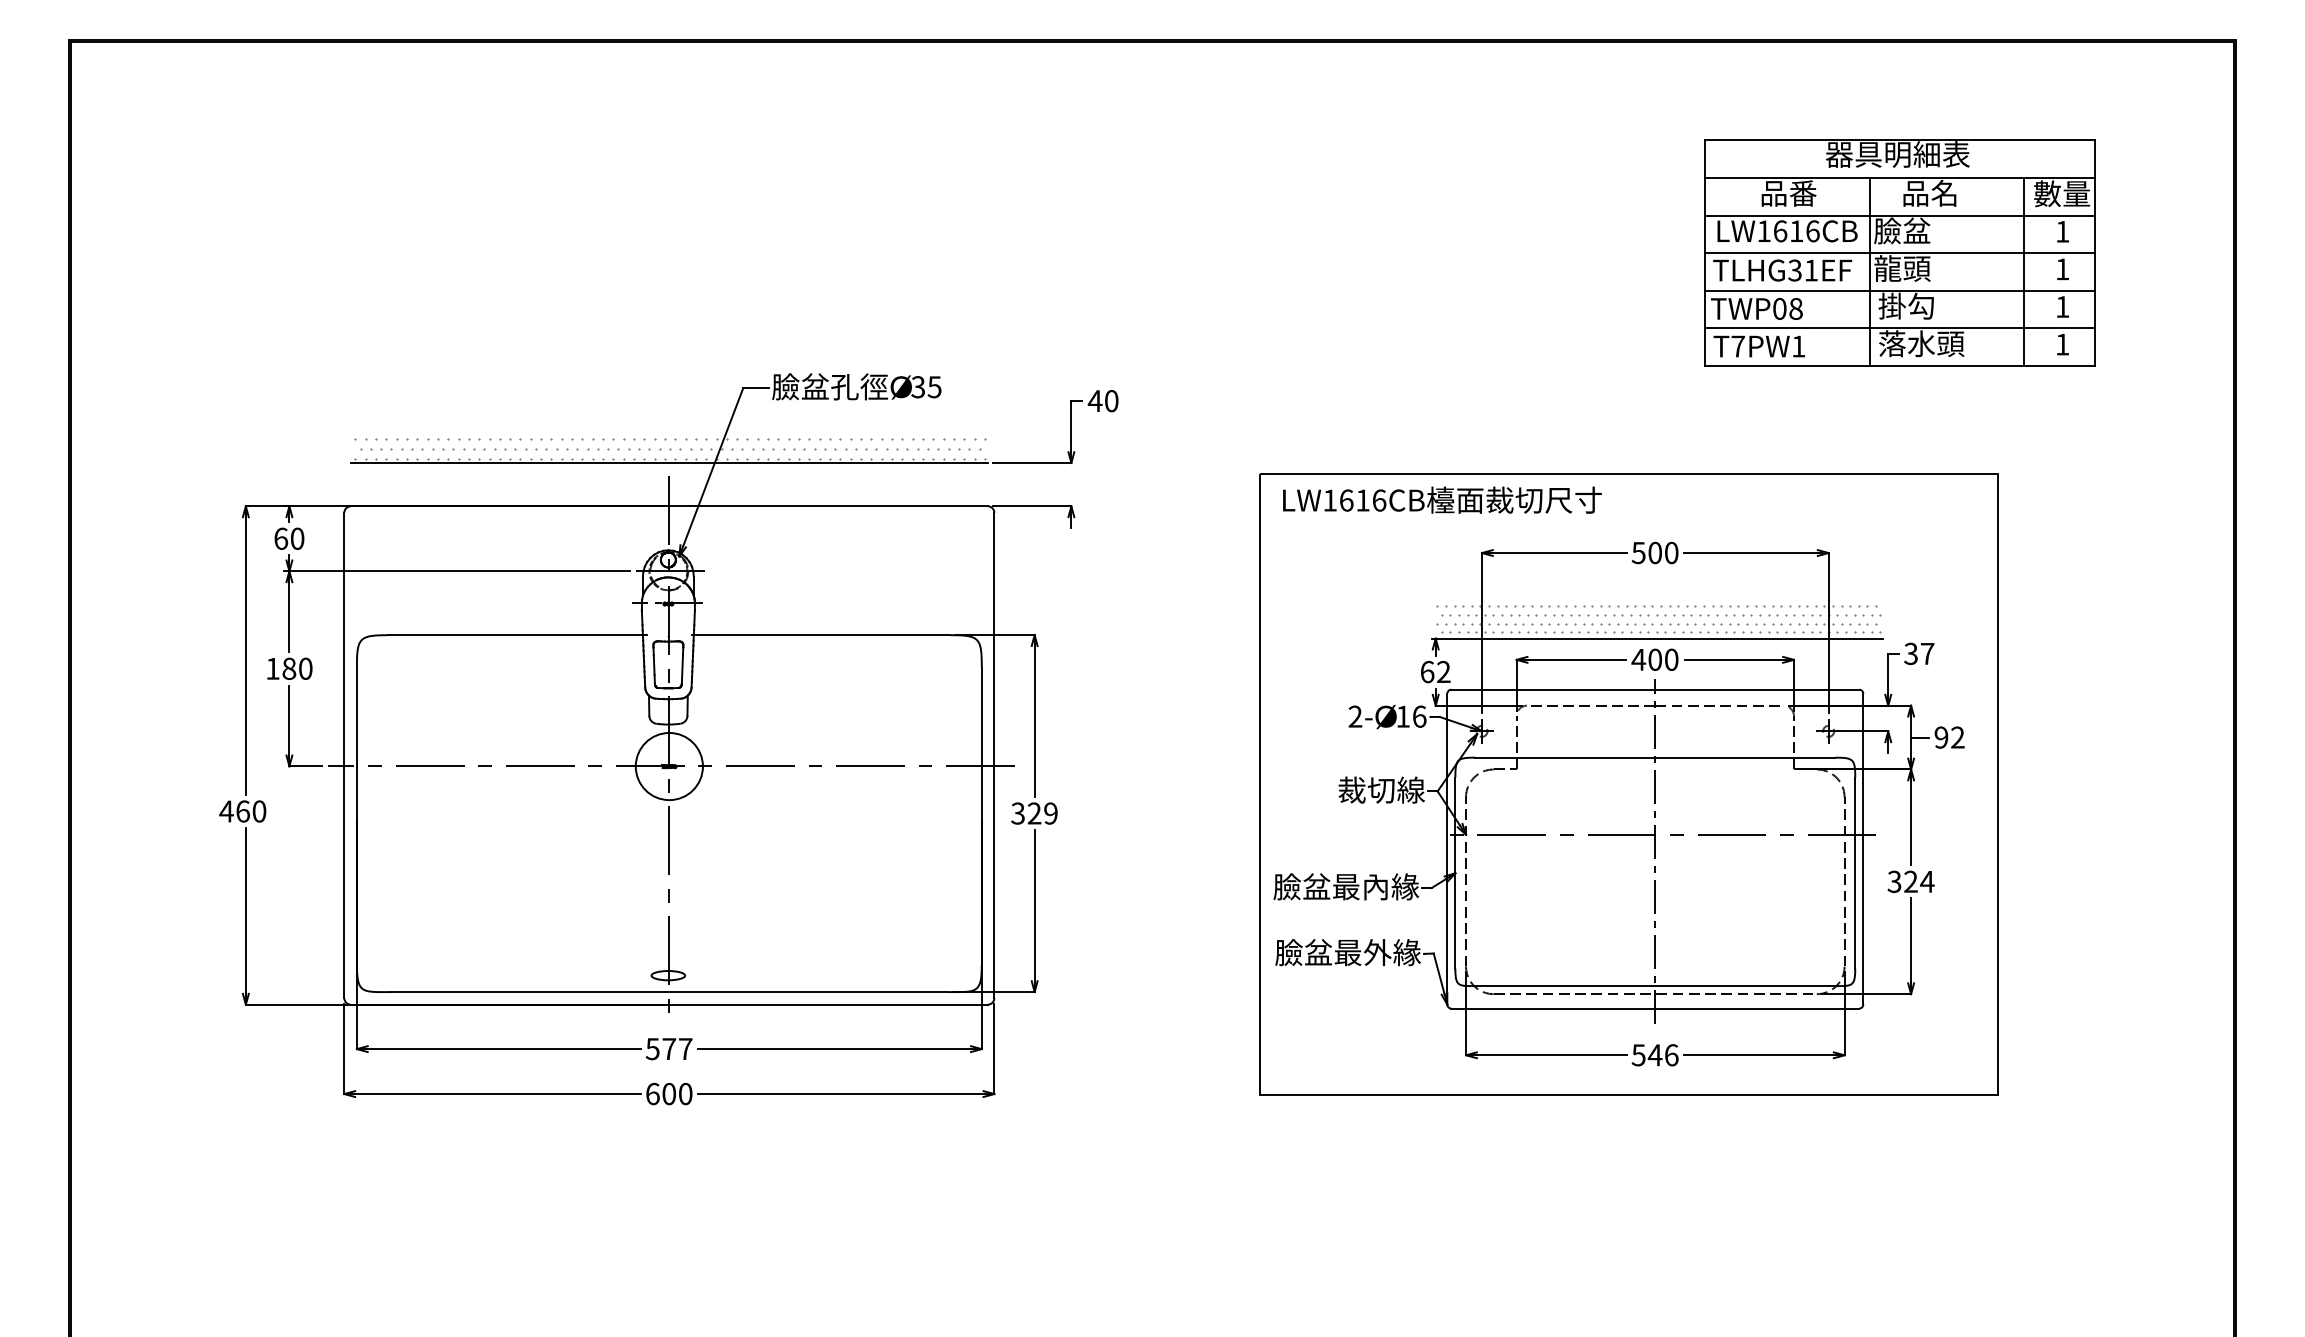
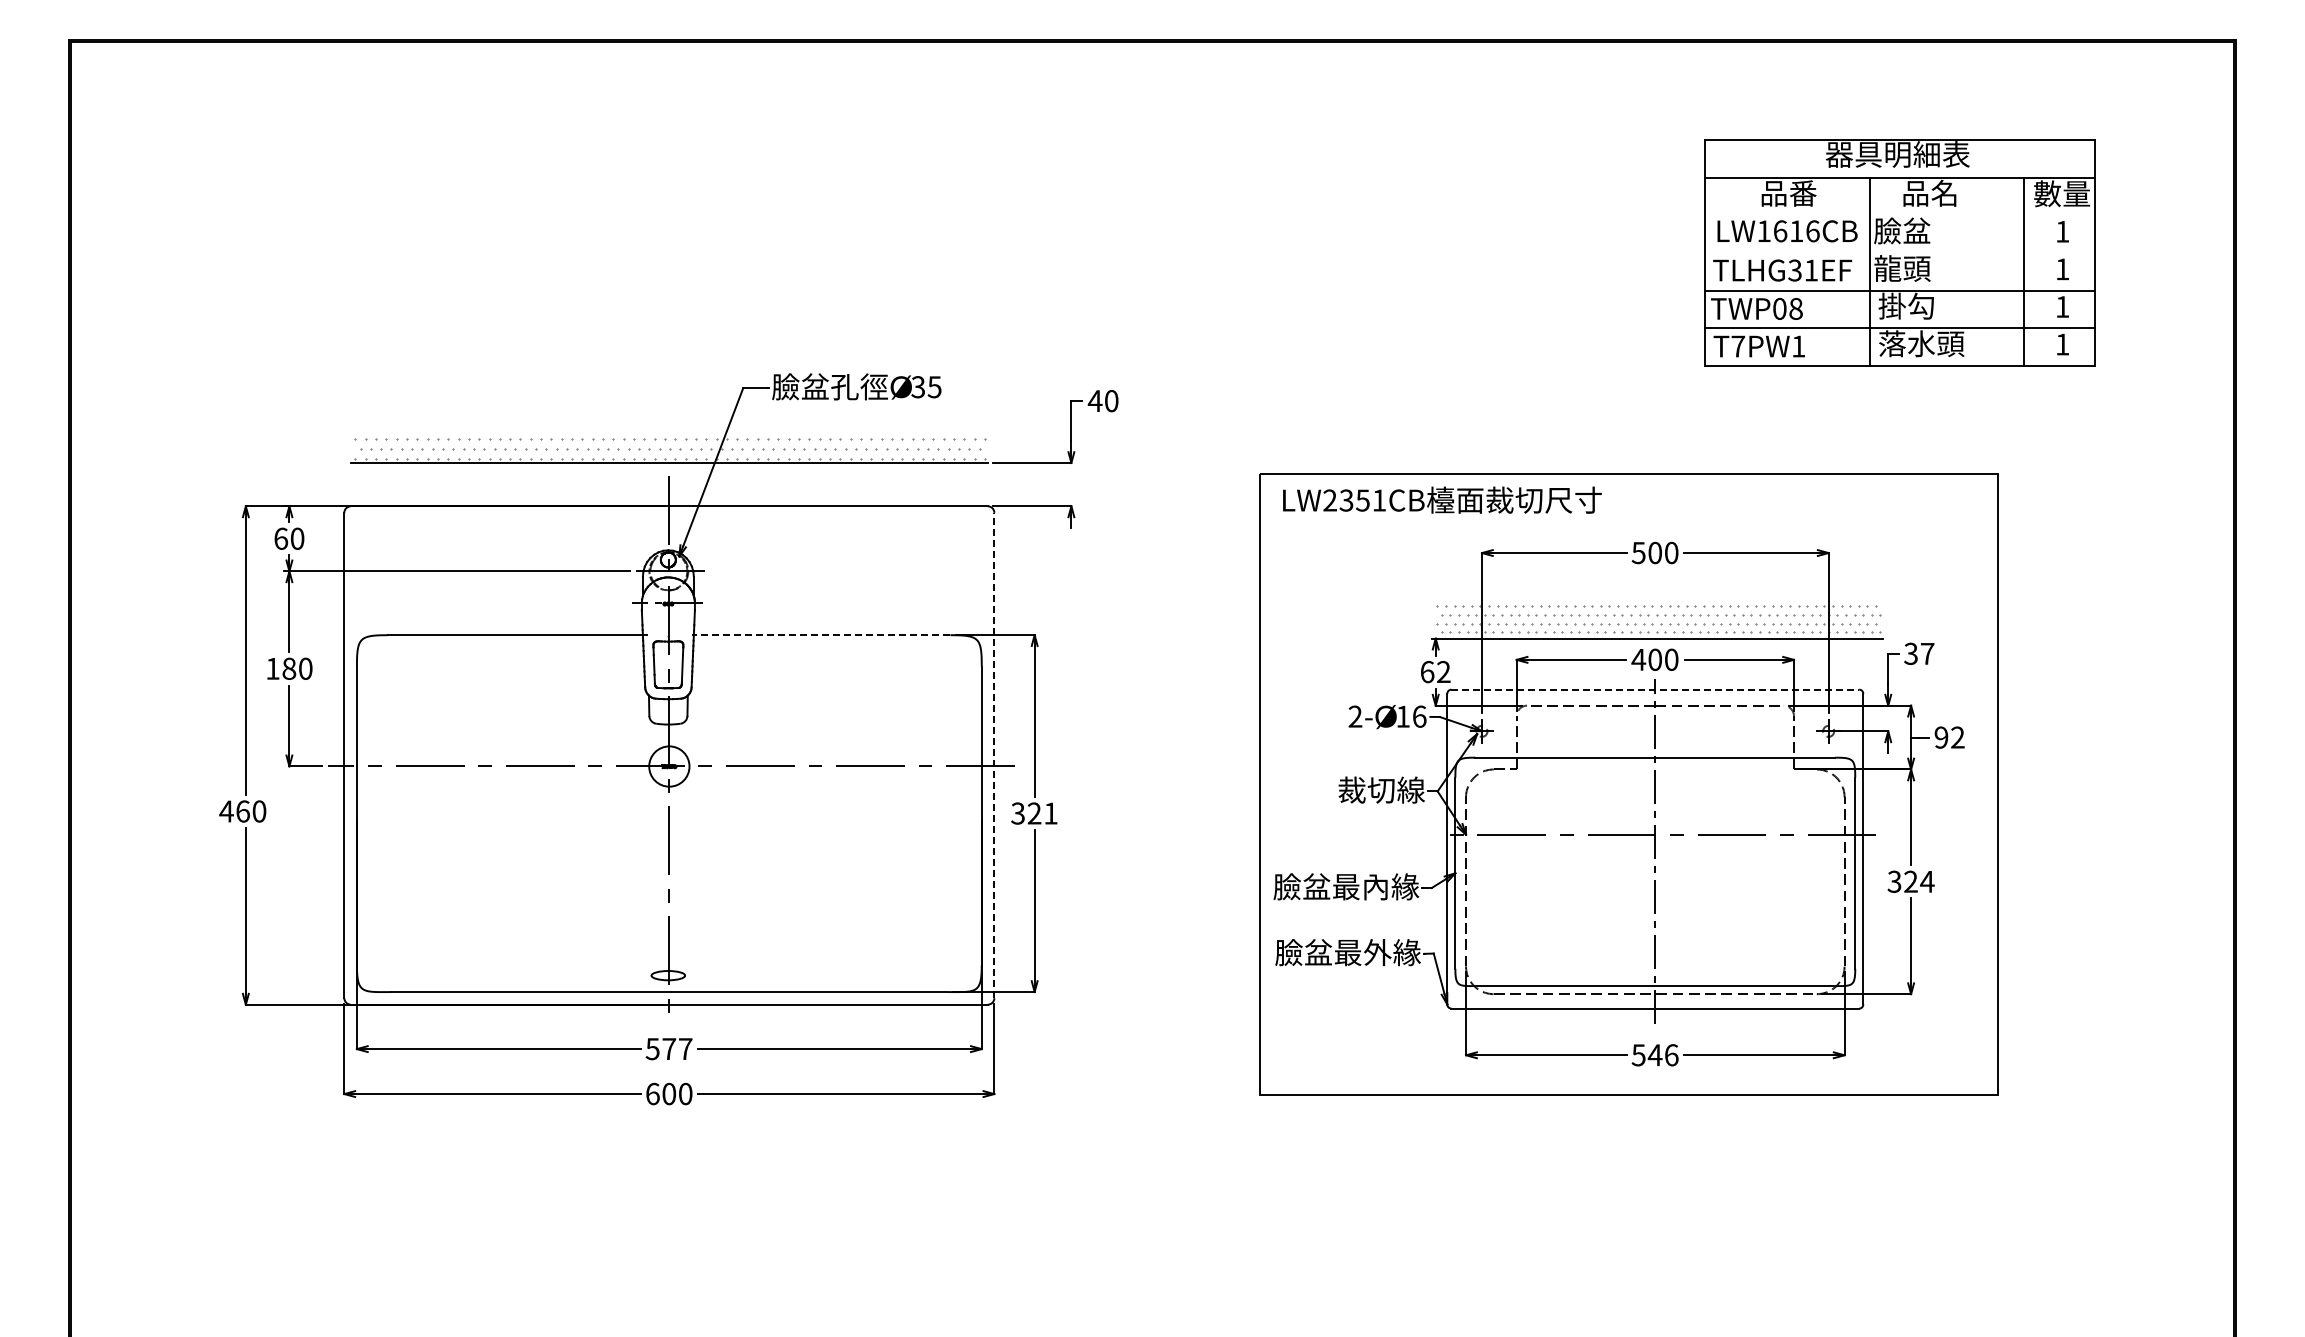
line at (1899, 215): present -> none
line at (1899, 253): present -> none
text at (1354, 500): LW1616CB -> LW2351CB
line at (820, 635): solid -> dashed
line at (1655, 689): solid -> dashed
line at (994, 755): solid -> dashed
circle at (668, 766) diameter: 67 px -> 40 px
text at (1050, 813): 329 -> 321
